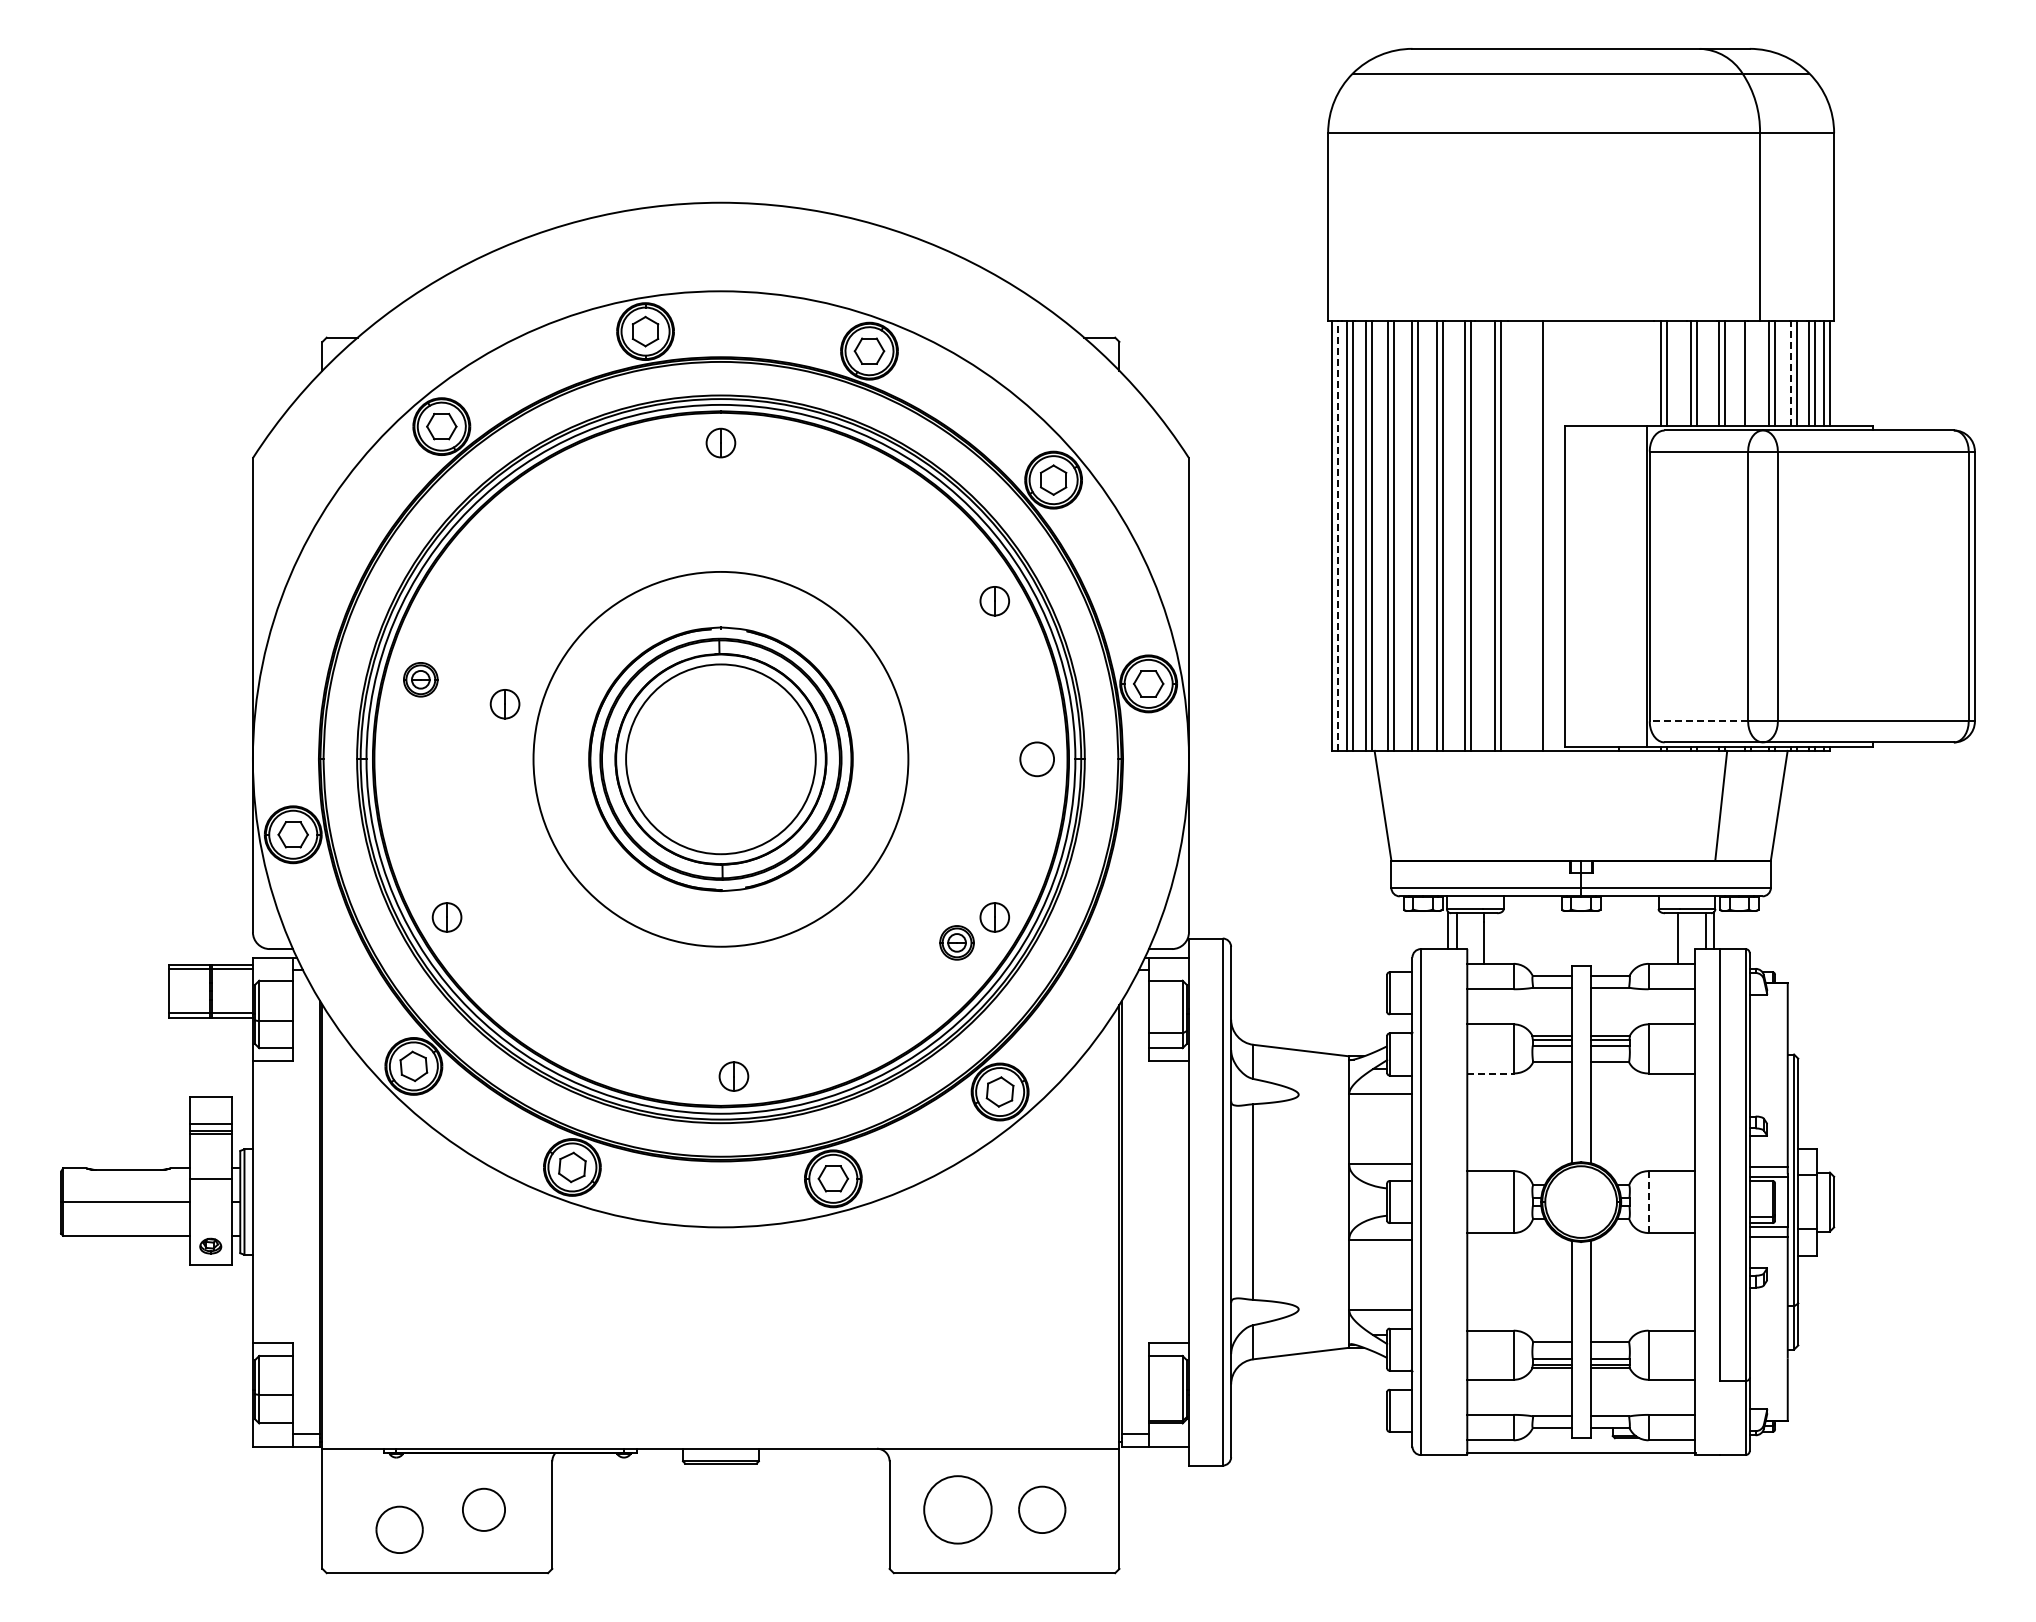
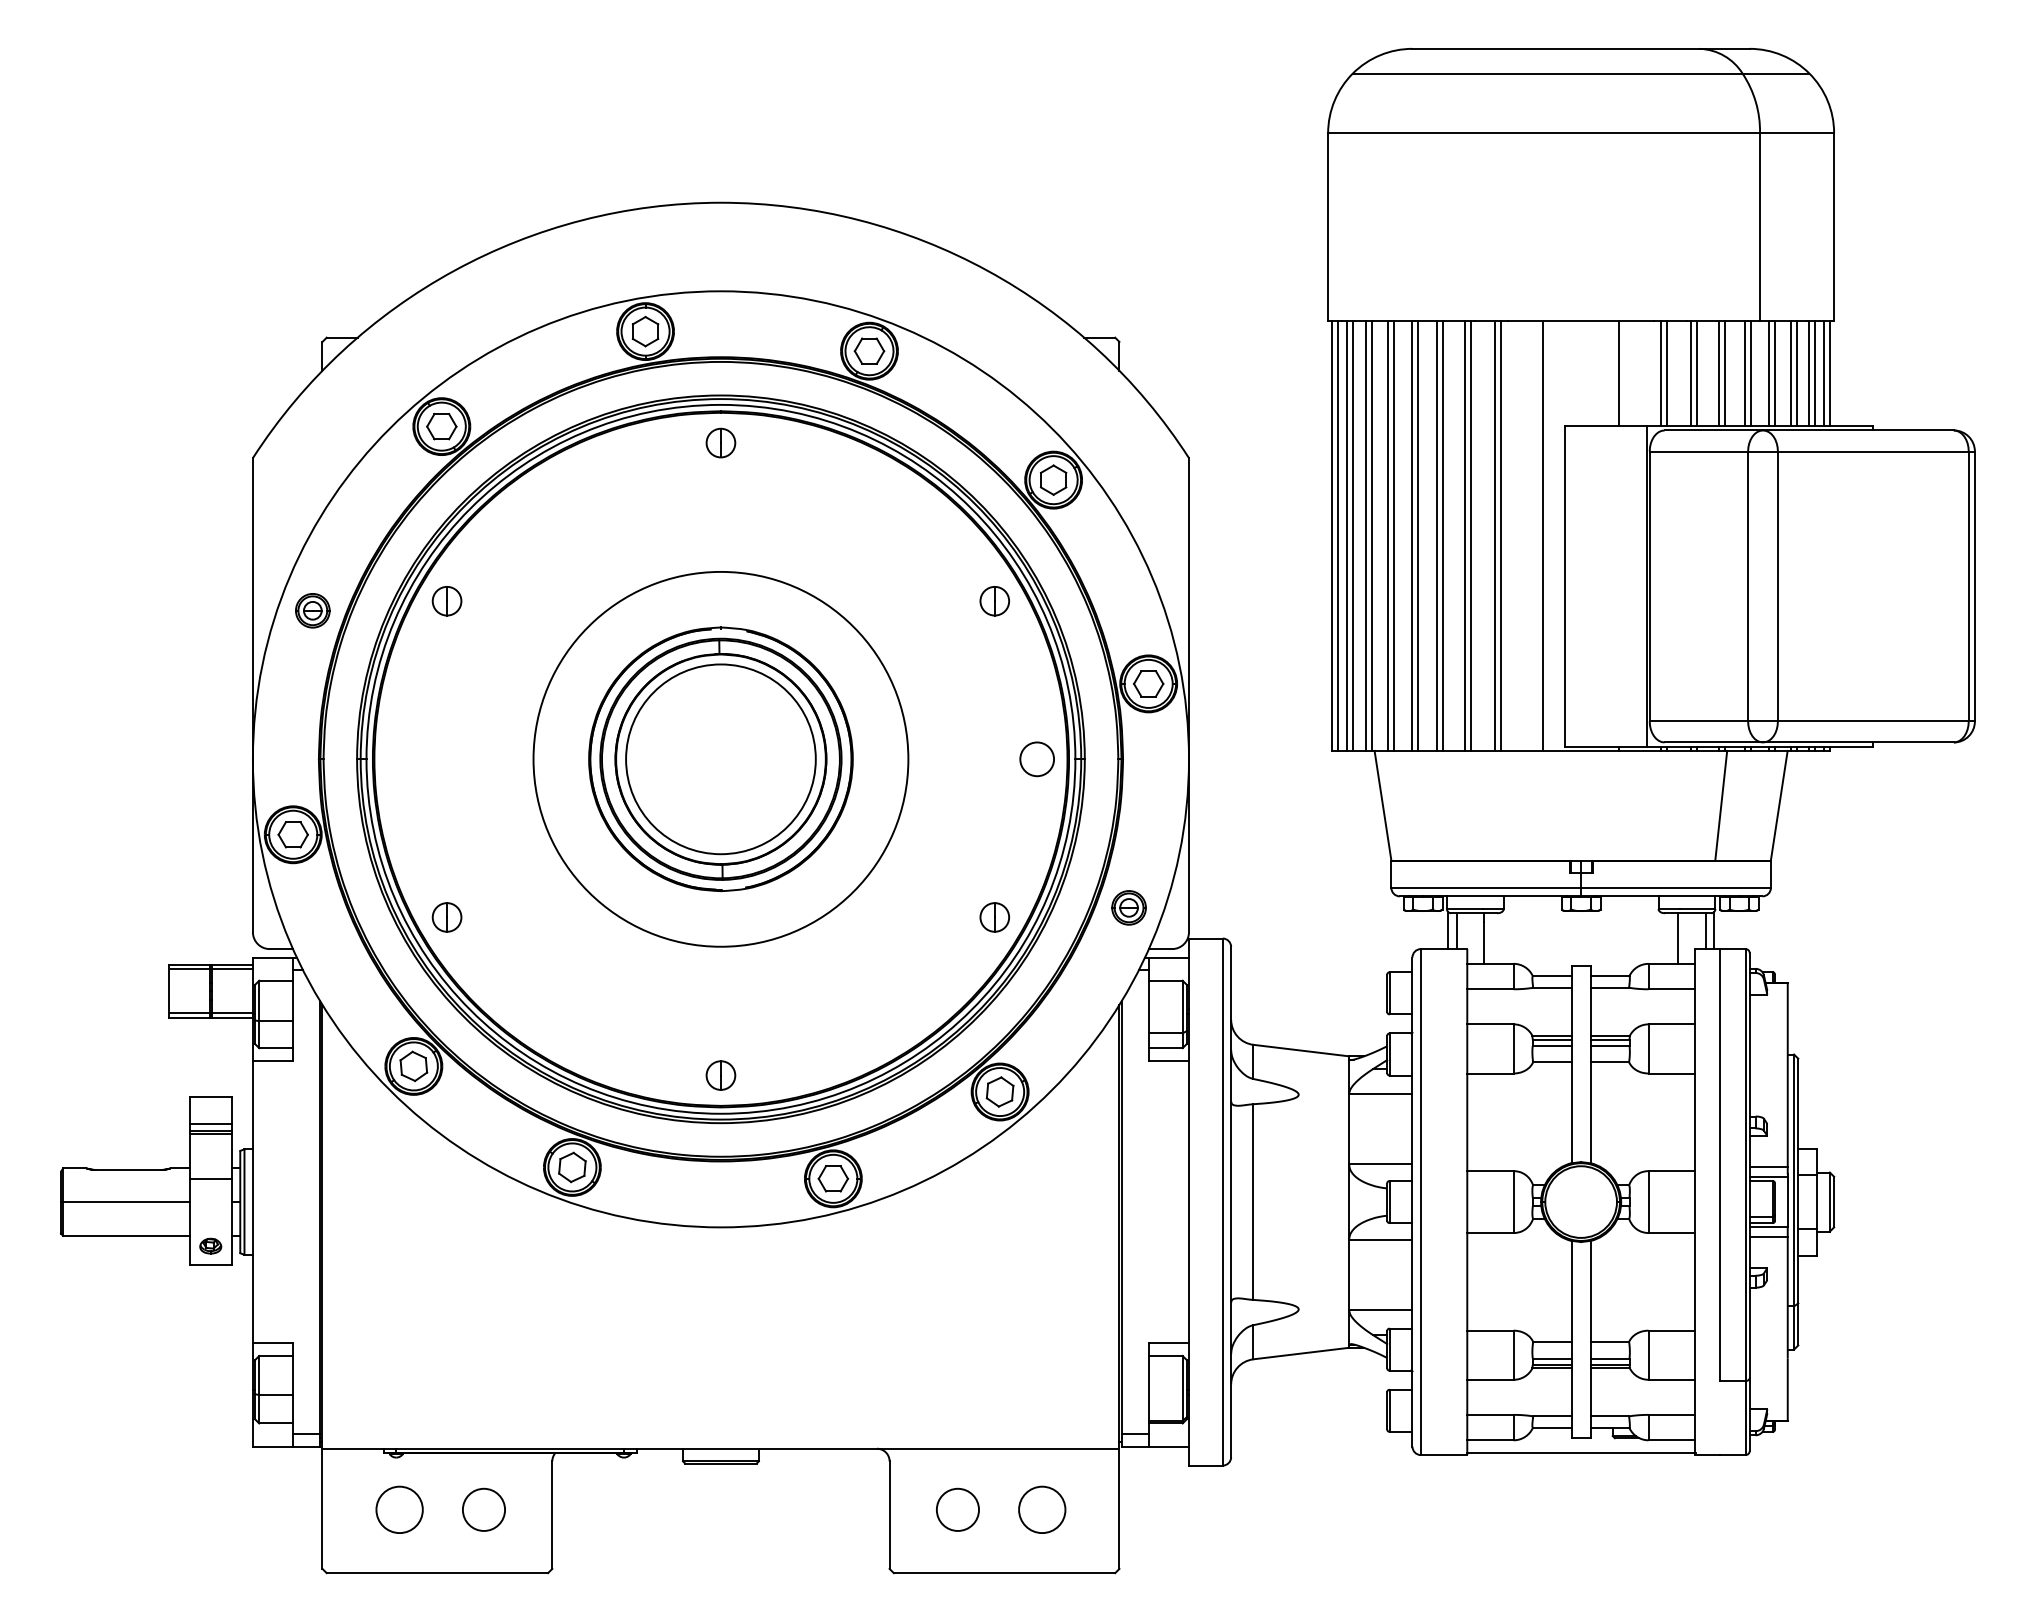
line at (1619, 373): none -> present
line at (1750, 373): none -> present
line at (1790, 373): dashed -> solid
line at (1338, 535): dashed -> solid
part at (420, 679) position: (420, 679) -> (312, 610)
part at (504, 704) position: (504, 704) -> (446, 601)
line at (1698, 721): dashed -> solid
part at (956, 942) position: (956, 942) -> (1128, 907)
line at (1490, 1073): dashed -> solid
part at (733, 1076) position: (733, 1076) -> (720, 1075)
line at (1648, 1201): dashed -> solid
circle at (957, 1509) diameter: 67 px -> 42 px
part at (399, 1529) position: (399, 1529) -> (399, 1509)
